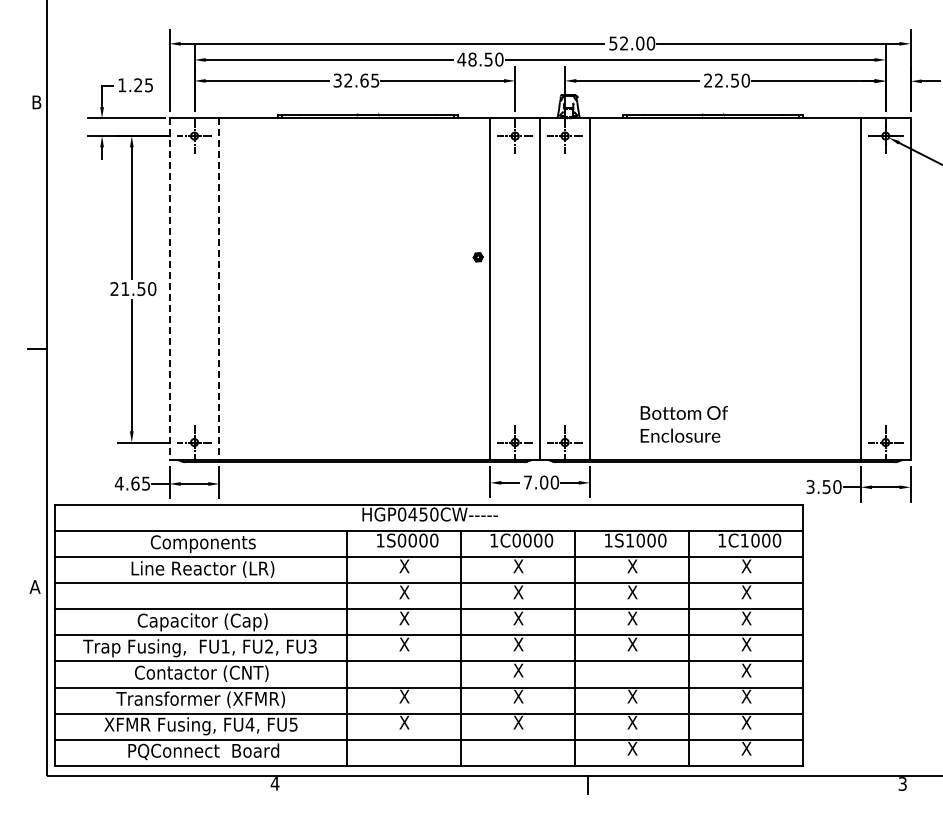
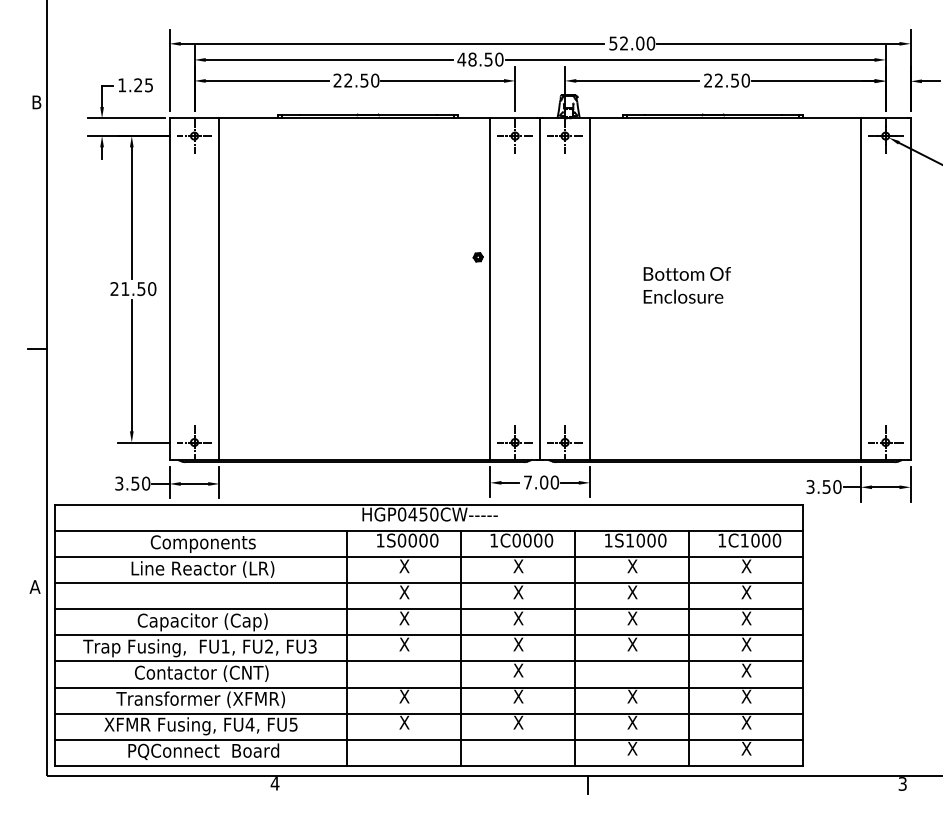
text at (356, 80): 32.65 -> 22.50
line at (169, 289): dashed -> solid
line at (219, 289): dashed -> solid
text at (683, 424) position: (683, 424) -> (686, 285)
text at (132, 483): 4.65 -> 3.50
